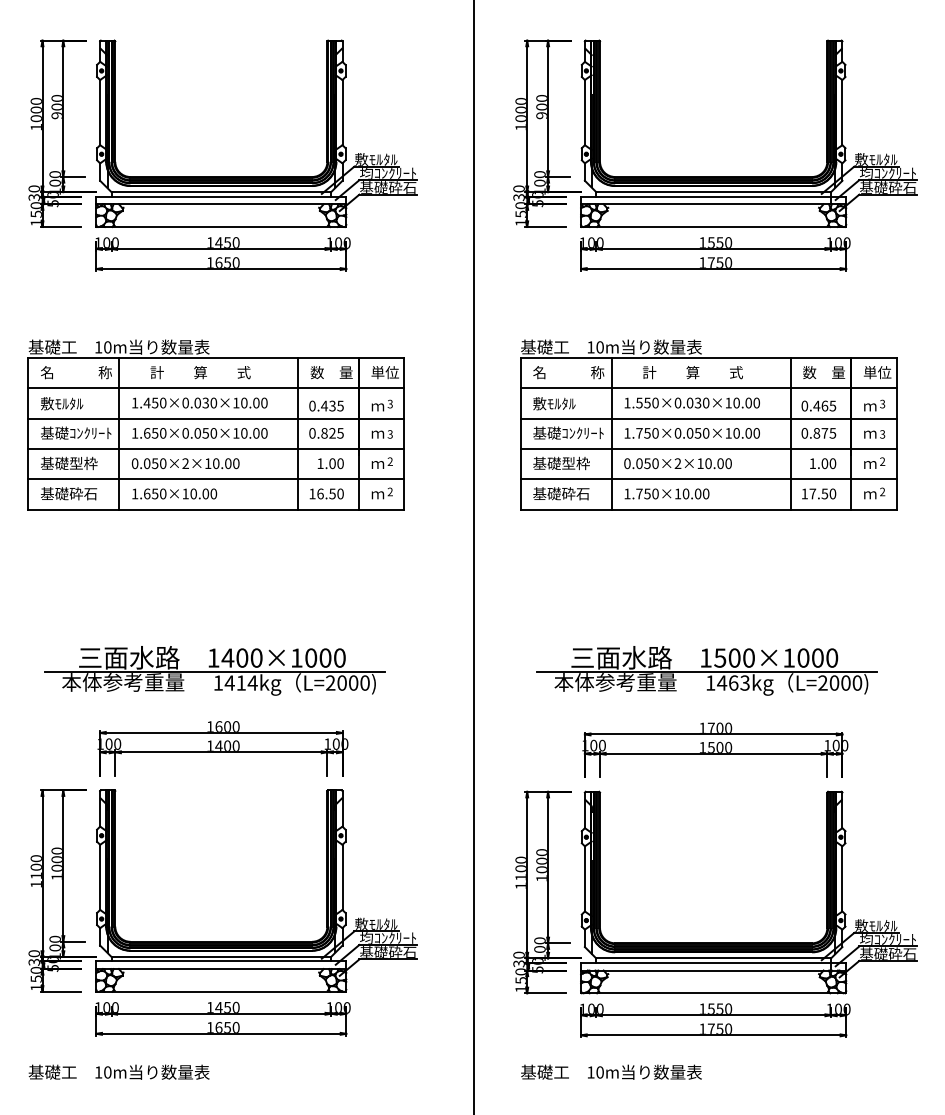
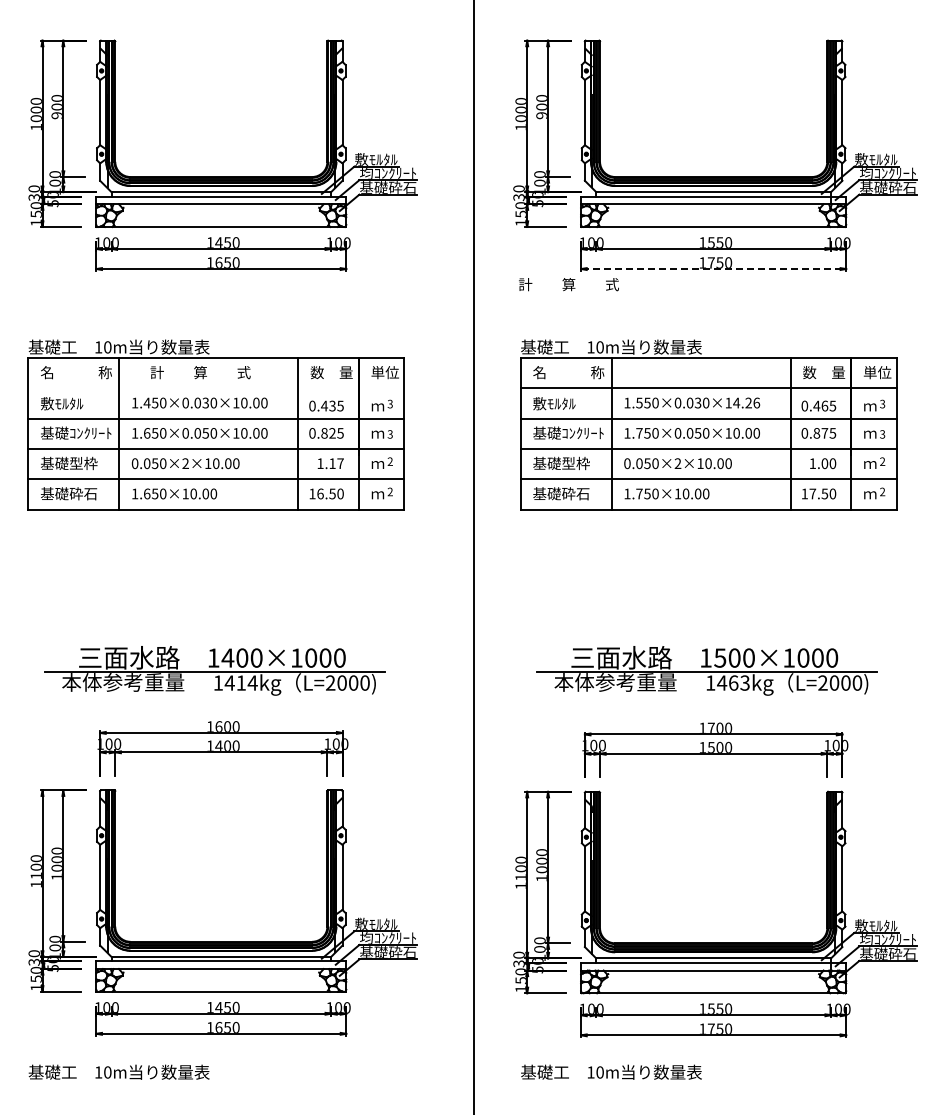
line at (713, 269): solid -> dashed
text at (692, 372) position: (692, 372) -> (568, 284)
line at (216, 388): present -> none
text at (746, 402): 1.550×0.030×10.00 -> 1.550×0.030×14.26
text at (336, 463): 1.00 -> 1.17
